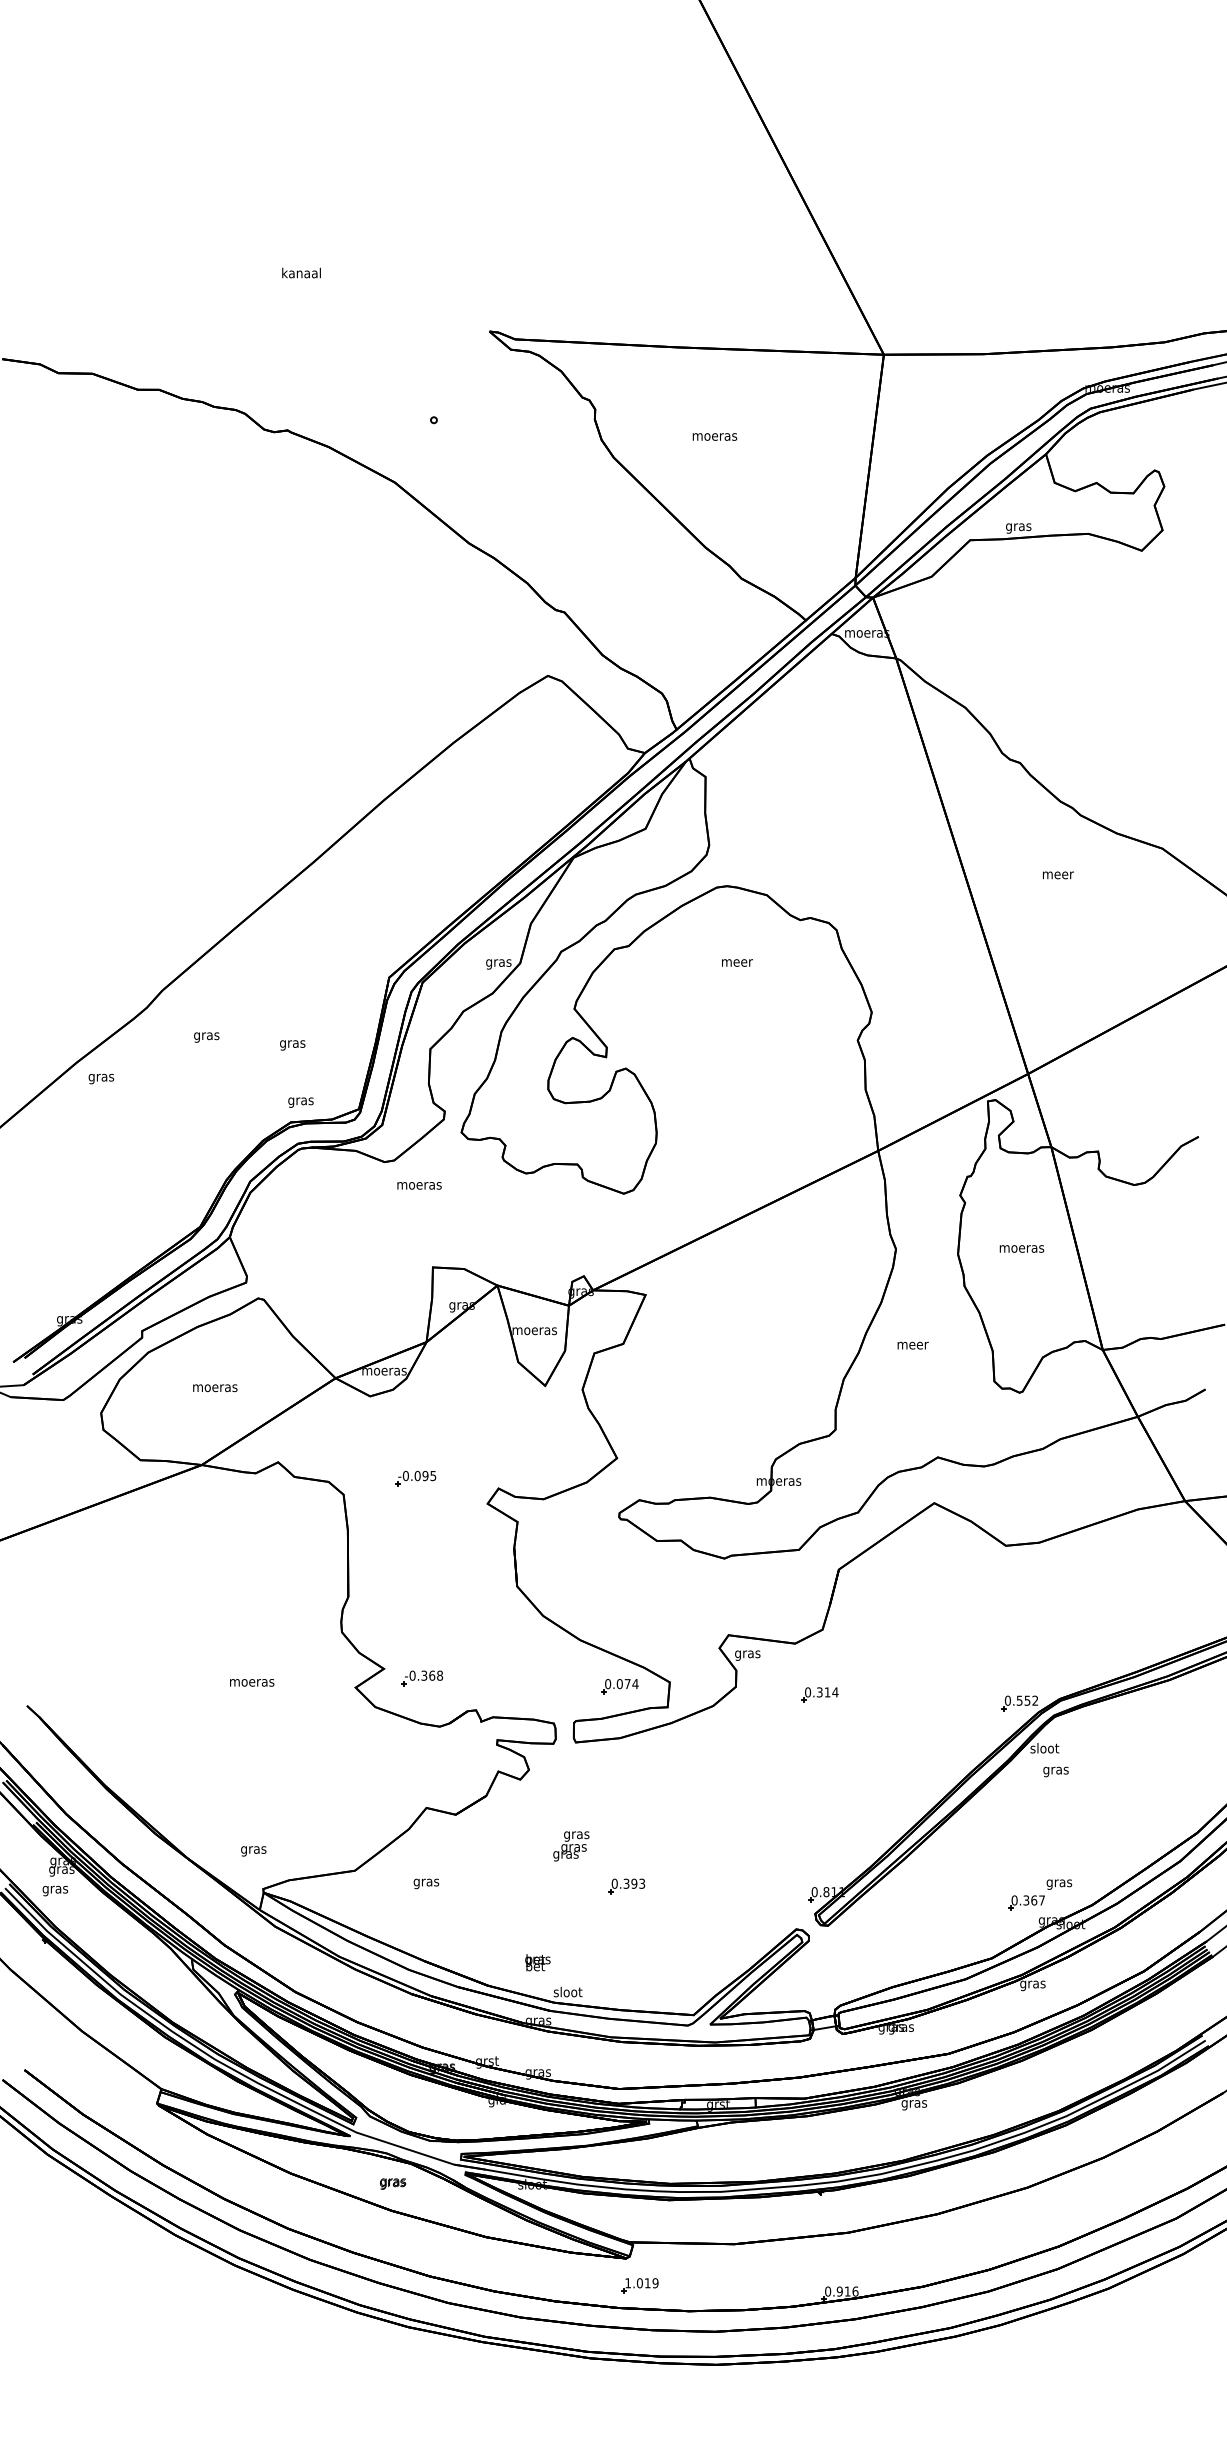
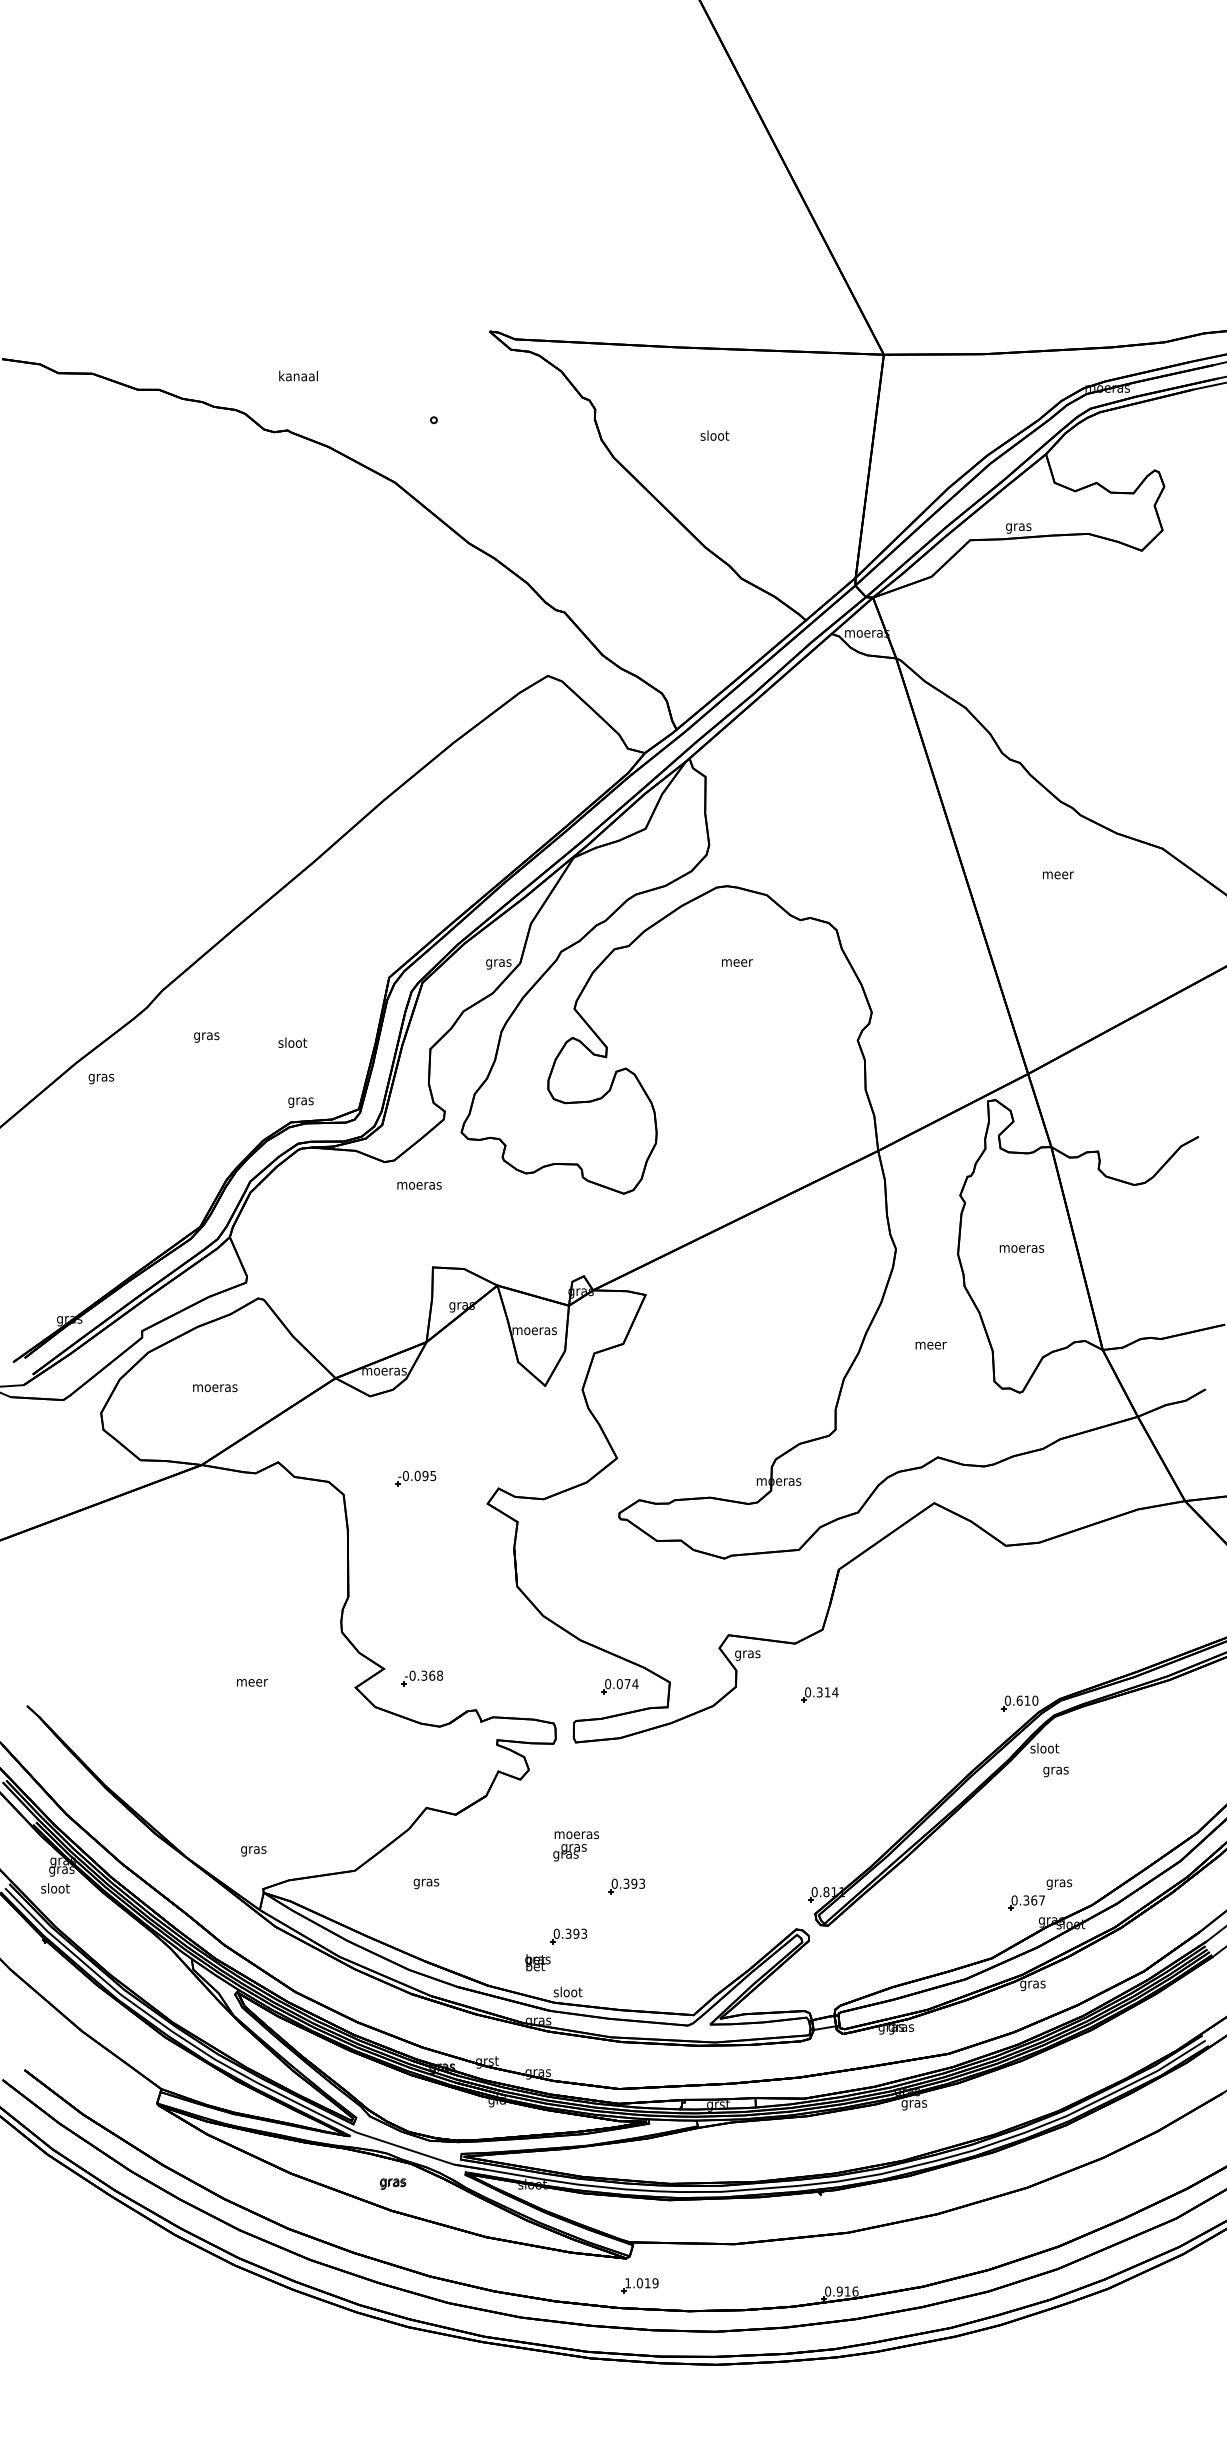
text at (301, 272) position: (301, 272) -> (298, 375)
text at (714, 435): moeras -> sloot
text at (292, 1043): gras -> sloot
text at (912, 1345) position: (912, 1345) -> (930, 1345)
text at (252, 1682): moeras -> meer
text at (1027, 1700): 0.552 -> 0.610
text at (576, 1836): gras -> moeras
text at (55, 1889): gras -> sloot
part at (568, 1936): none -> present
